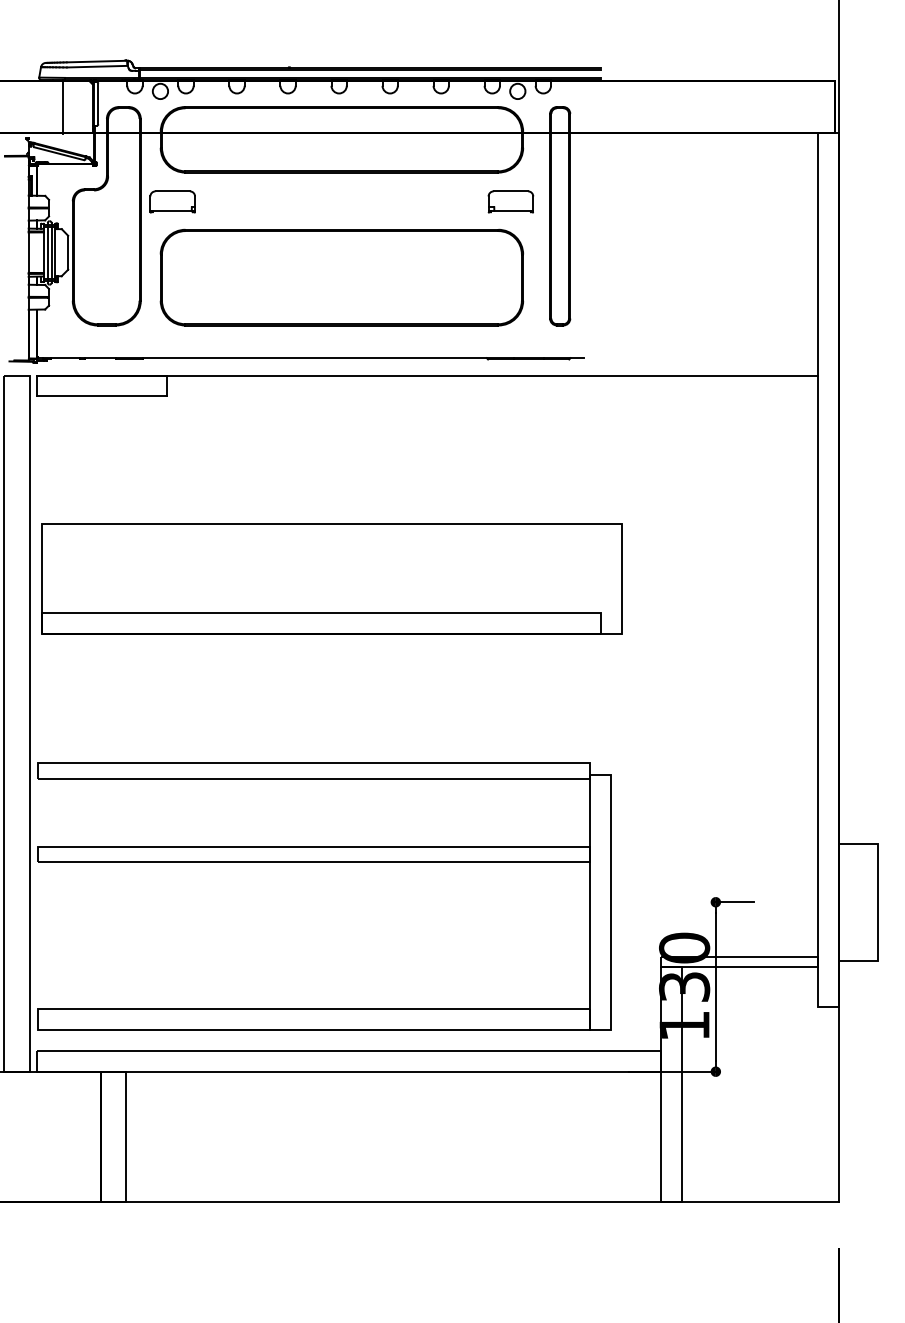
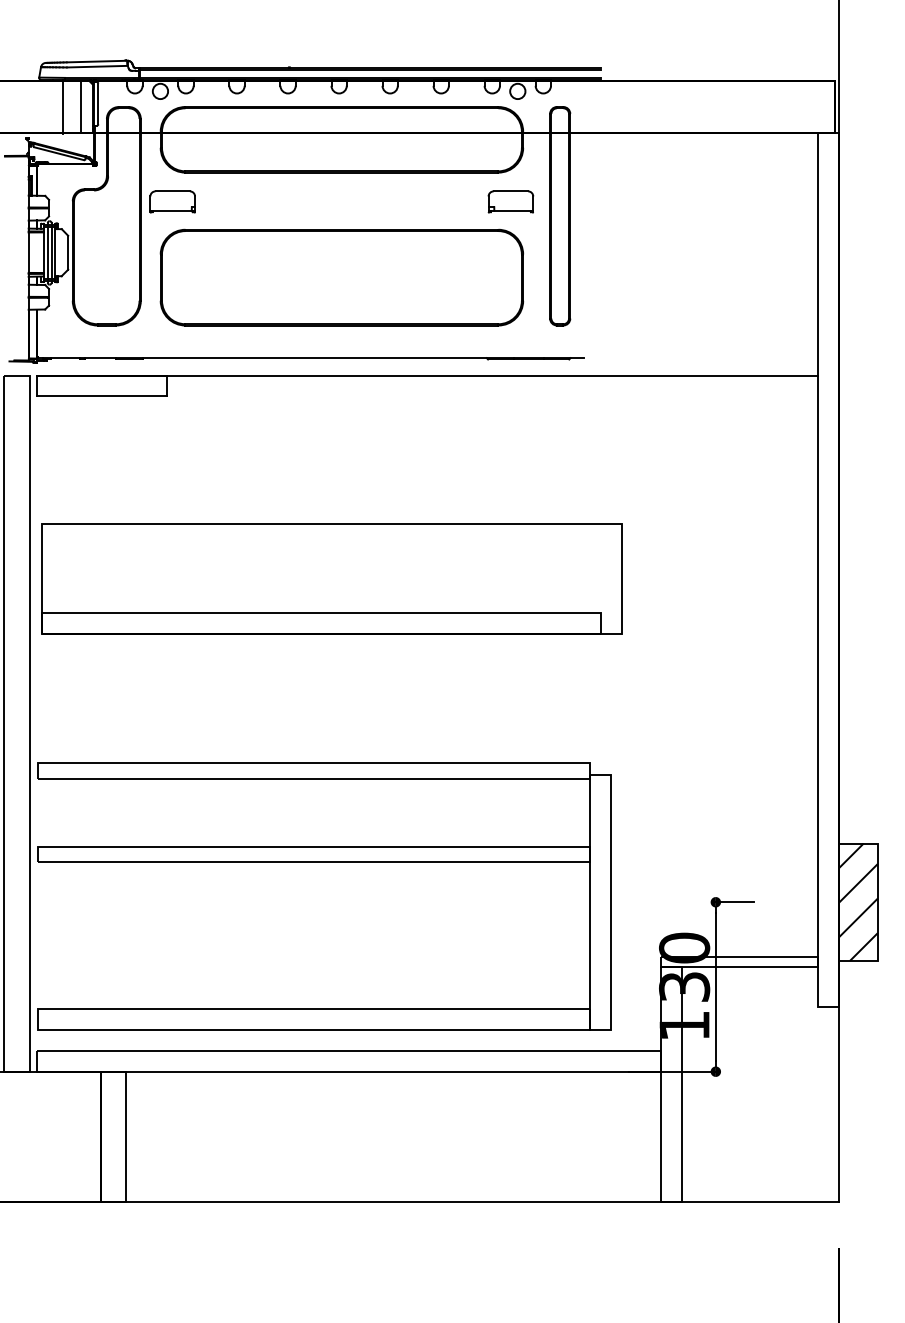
line at (81, 107): none -> present
hatch at (857, 901): none -> present
